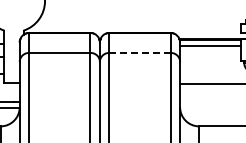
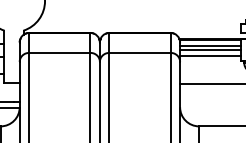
line at (210, 50): none -> present
line at (140, 52): dashed -> solid
line at (210, 55): none -> present
